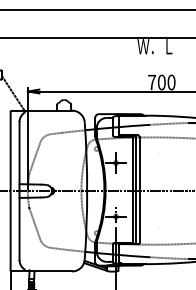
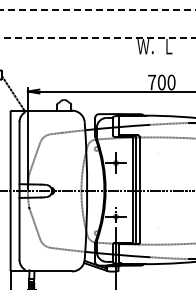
line at (98, 10): solid -> dashed
line at (98, 37): solid -> dashed
